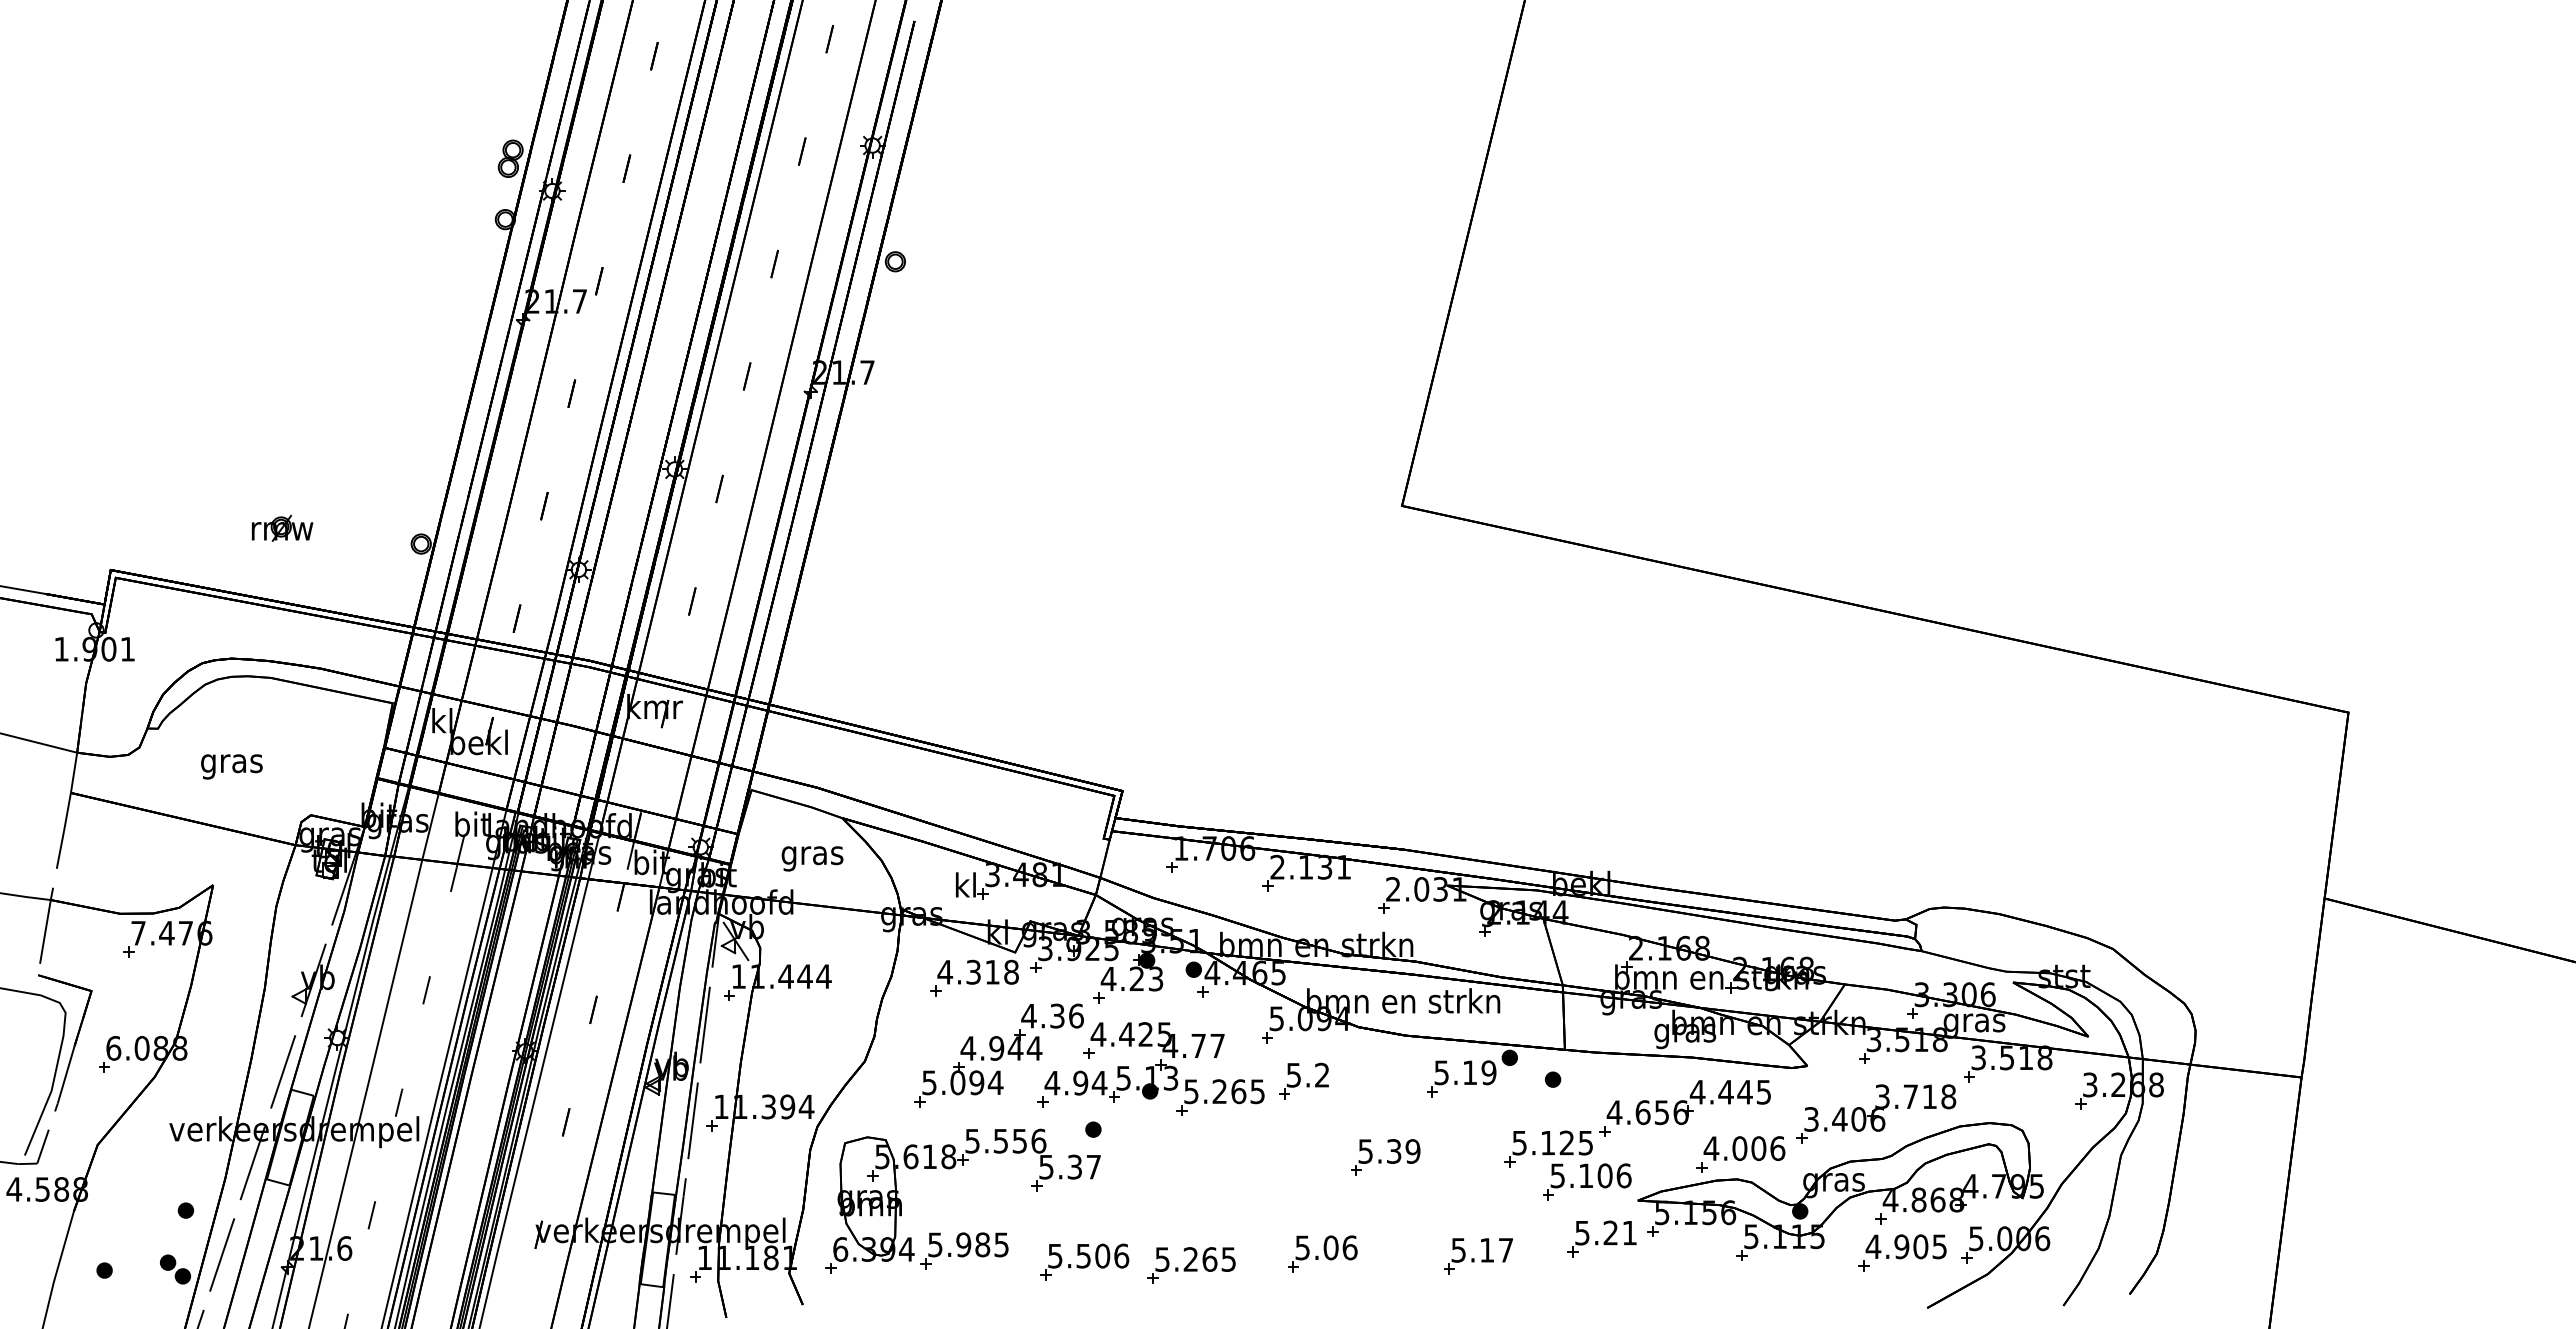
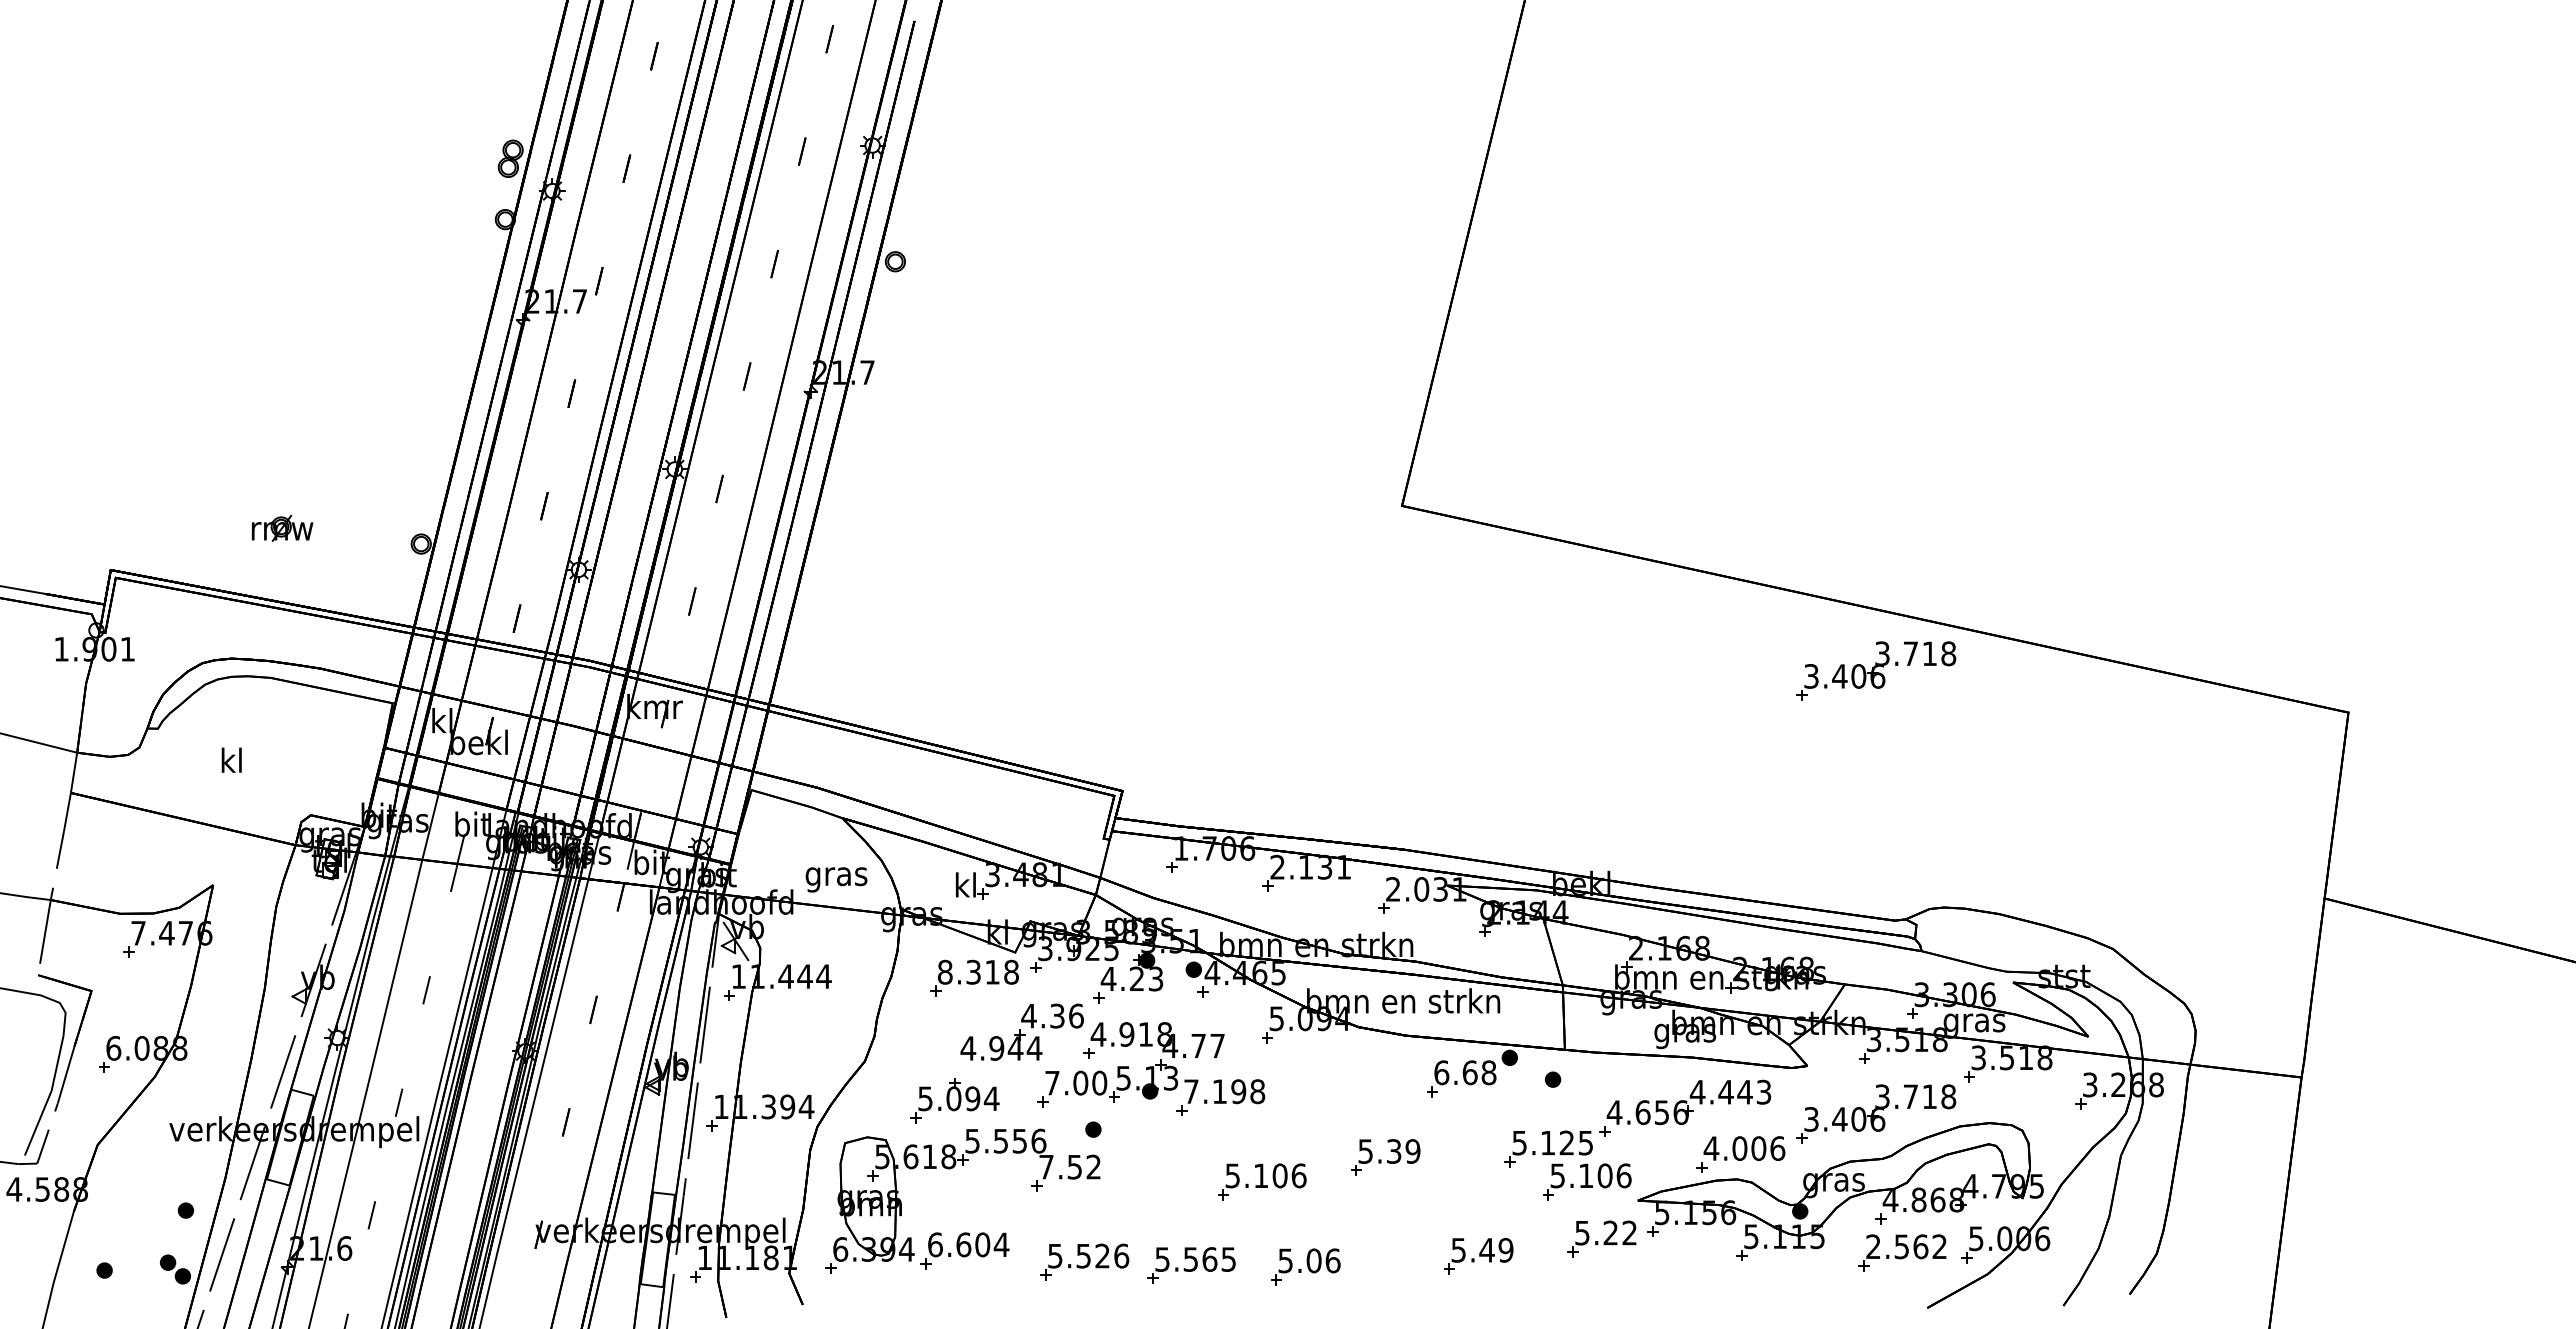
part at (1876, 670): none -> present
text at (231, 763): gras -> kl
text at (812, 858) position: (812, 858) -> (836, 879)
text at (945, 971): 4.318 -> 8.318
text at (1145, 1034): 4.425 -> 4.918
text at (1465, 1072): 5.19 -> 6.68
part at (1303, 1080): present -> none
text at (1075, 1082): 4.94 -> 7.00
part at (958, 1084) position: (958, 1084) -> (954, 1100)
text at (1224, 1091): 5.265 -> 7.198
text at (1764, 1091): 4.445 -> 4.443
text at (1069, 1166): 5.37 -> 7.52
part at (1262, 1181): none -> present
text at (1629, 1232): 5.21 -> 5.22
text at (968, 1244): 5.985 -> 6.604
text at (1905, 1246): 4.905 -> 2.562
text at (1496, 1249): 5.17 -> 5.49
part at (1322, 1253) position: (1322, 1253) -> (1305, 1266)
text at (1102, 1255): 5.506 -> 5.526
text at (1190, 1259): 5.265 -> 5.565
